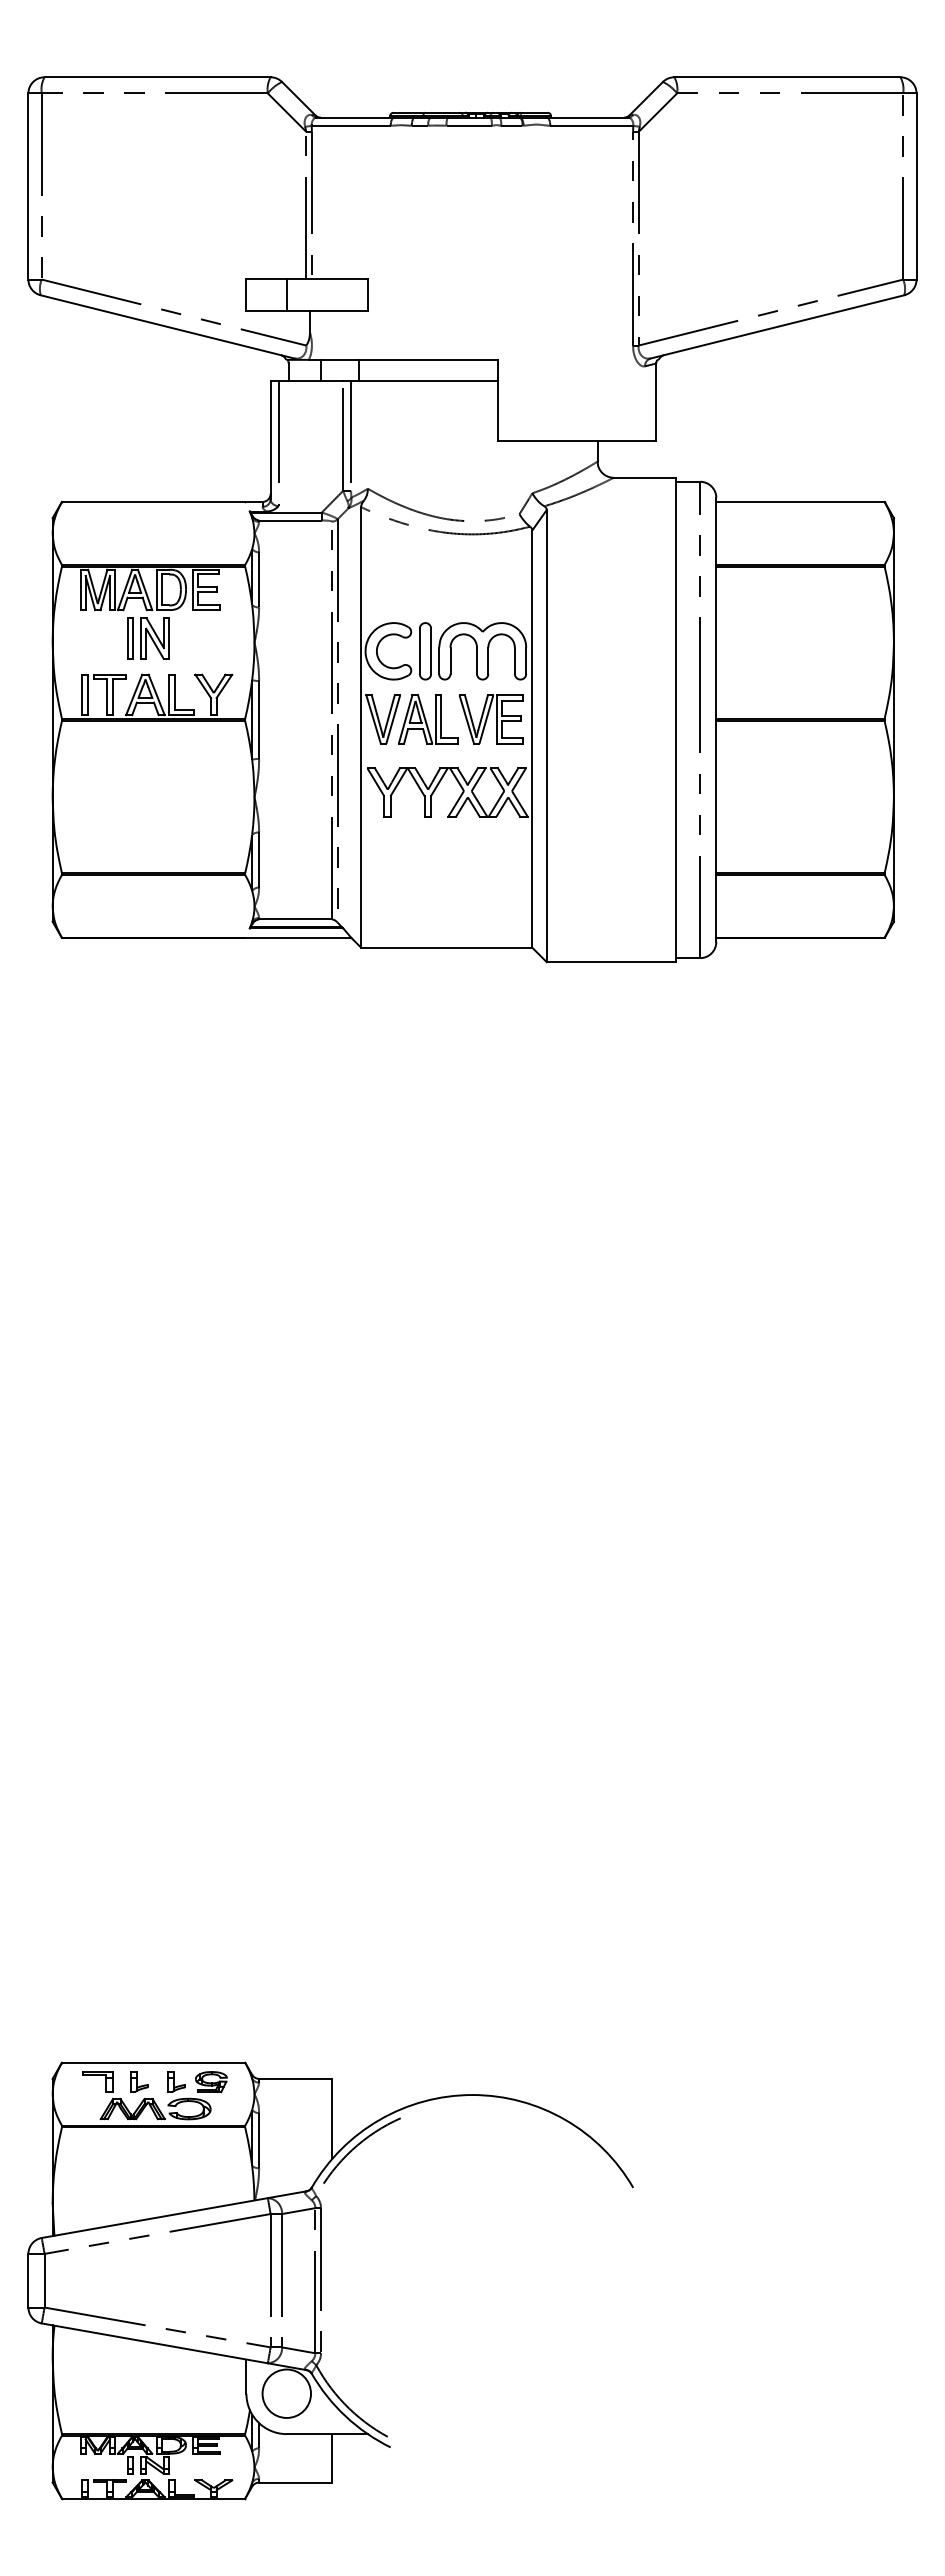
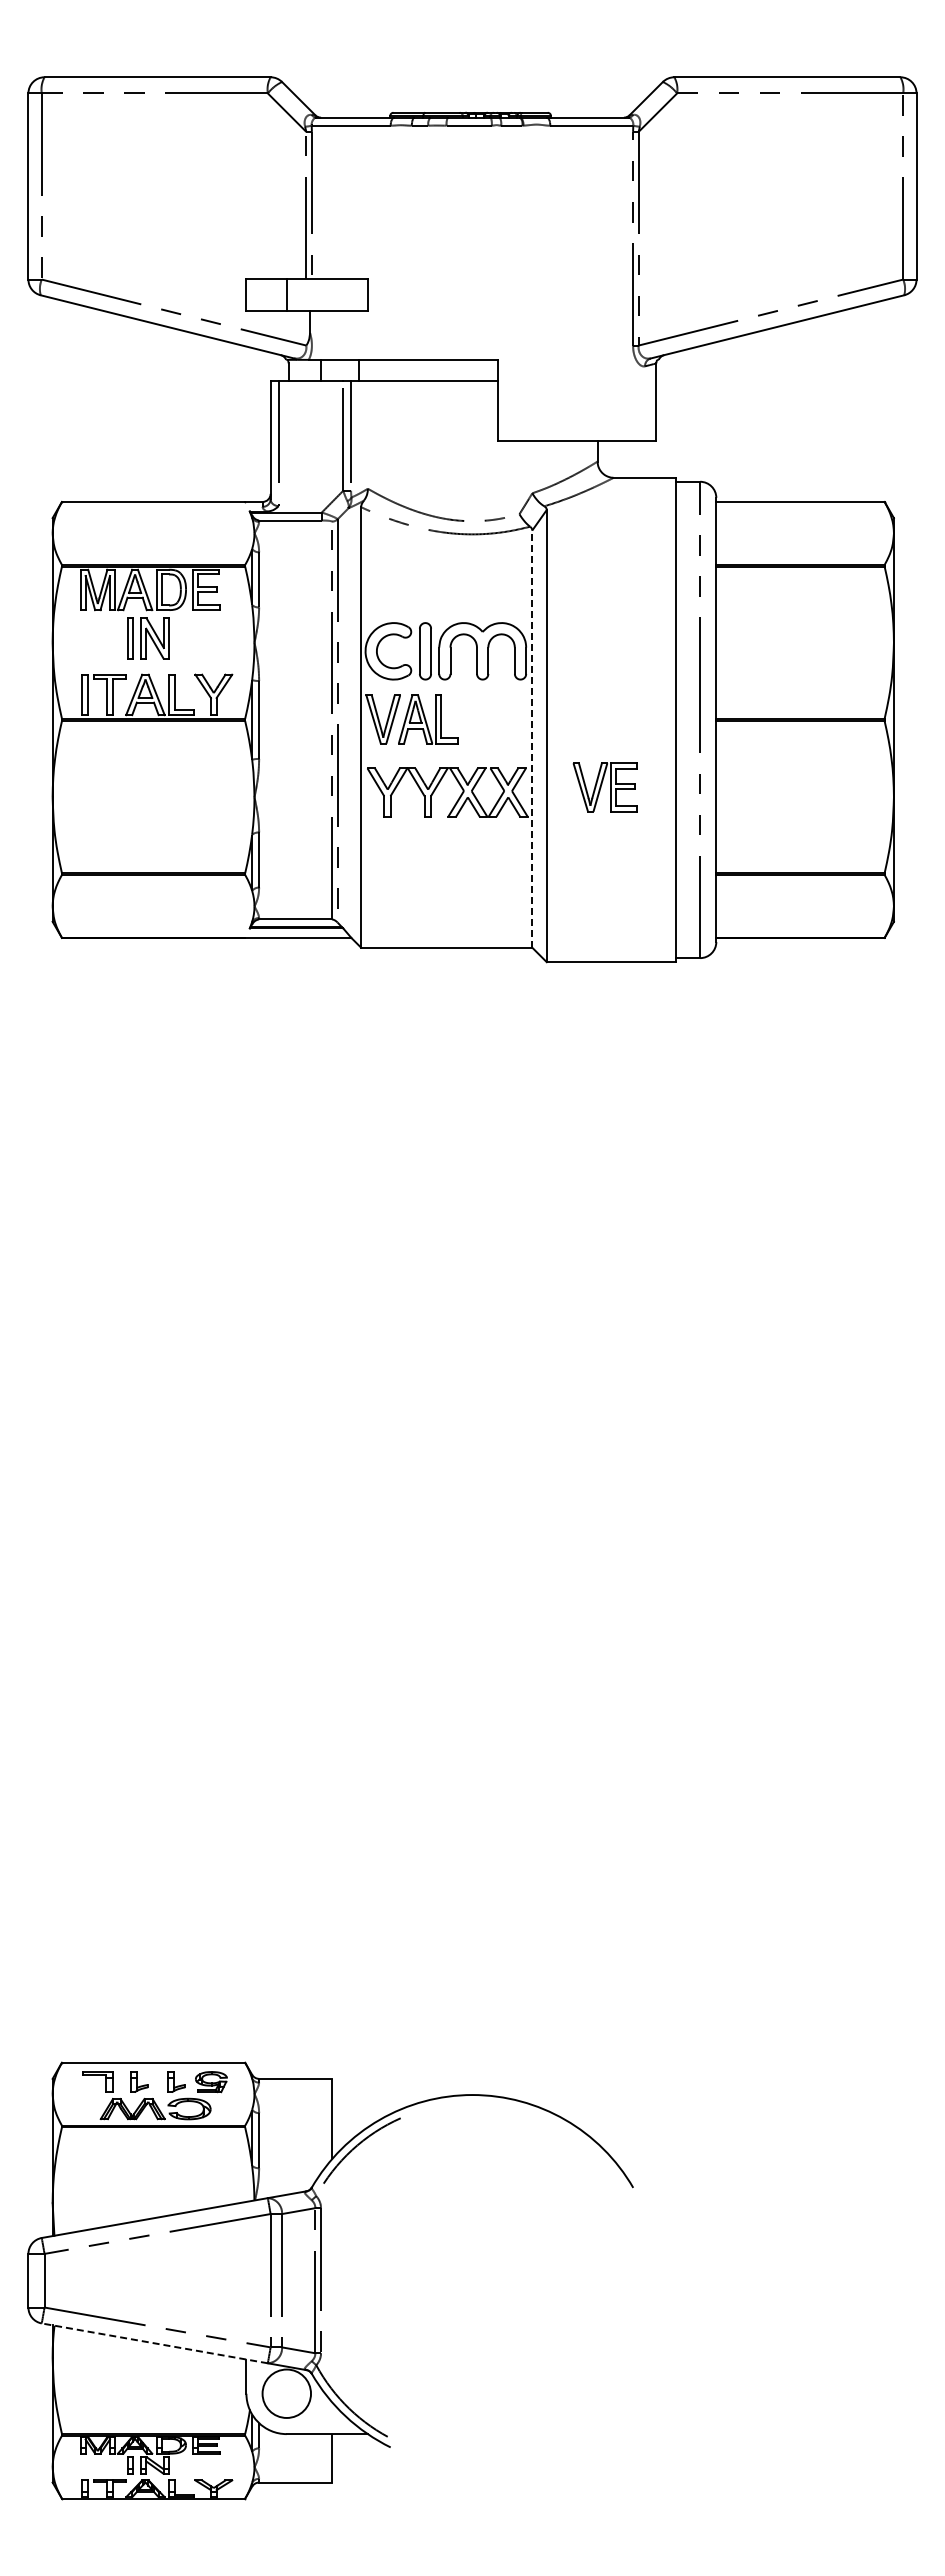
part at (490, 719) position: (490, 719) -> (604, 787)
line at (532, 739): solid -> dashed
line at (154, 2343): solid -> dashed
